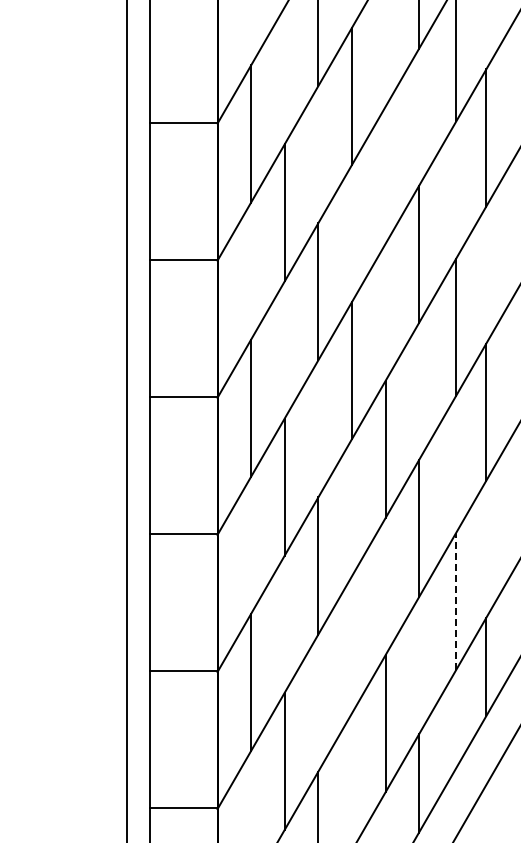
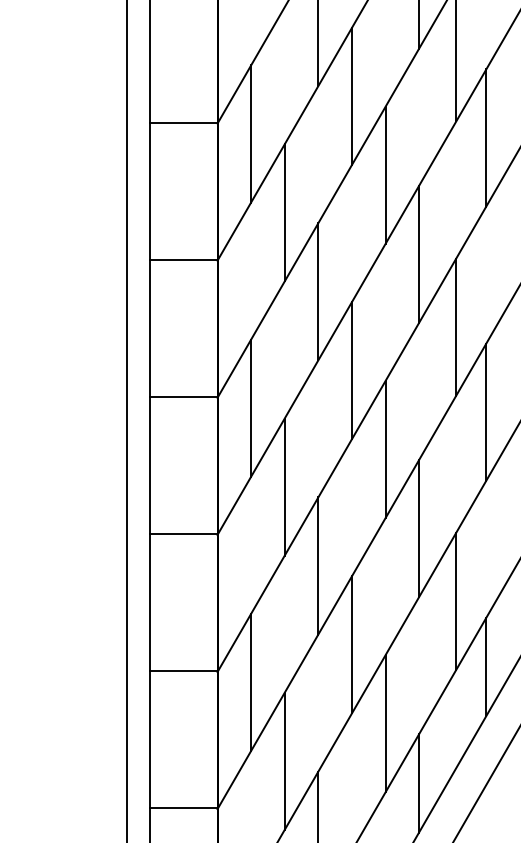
line at (385, 174): none -> present
line at (456, 601): dashed -> solid
line at (351, 644): none -> present
